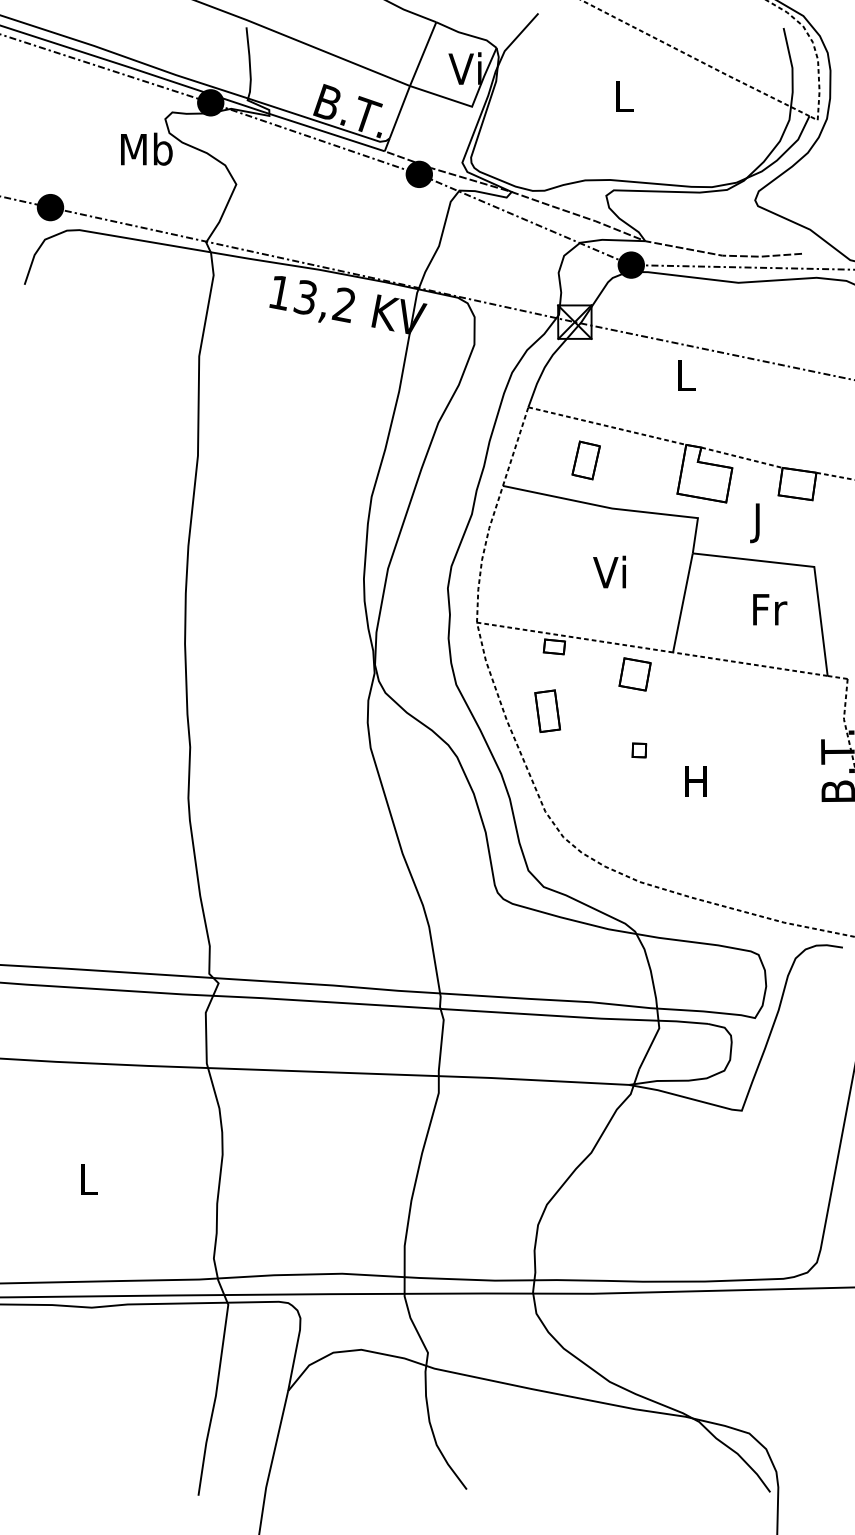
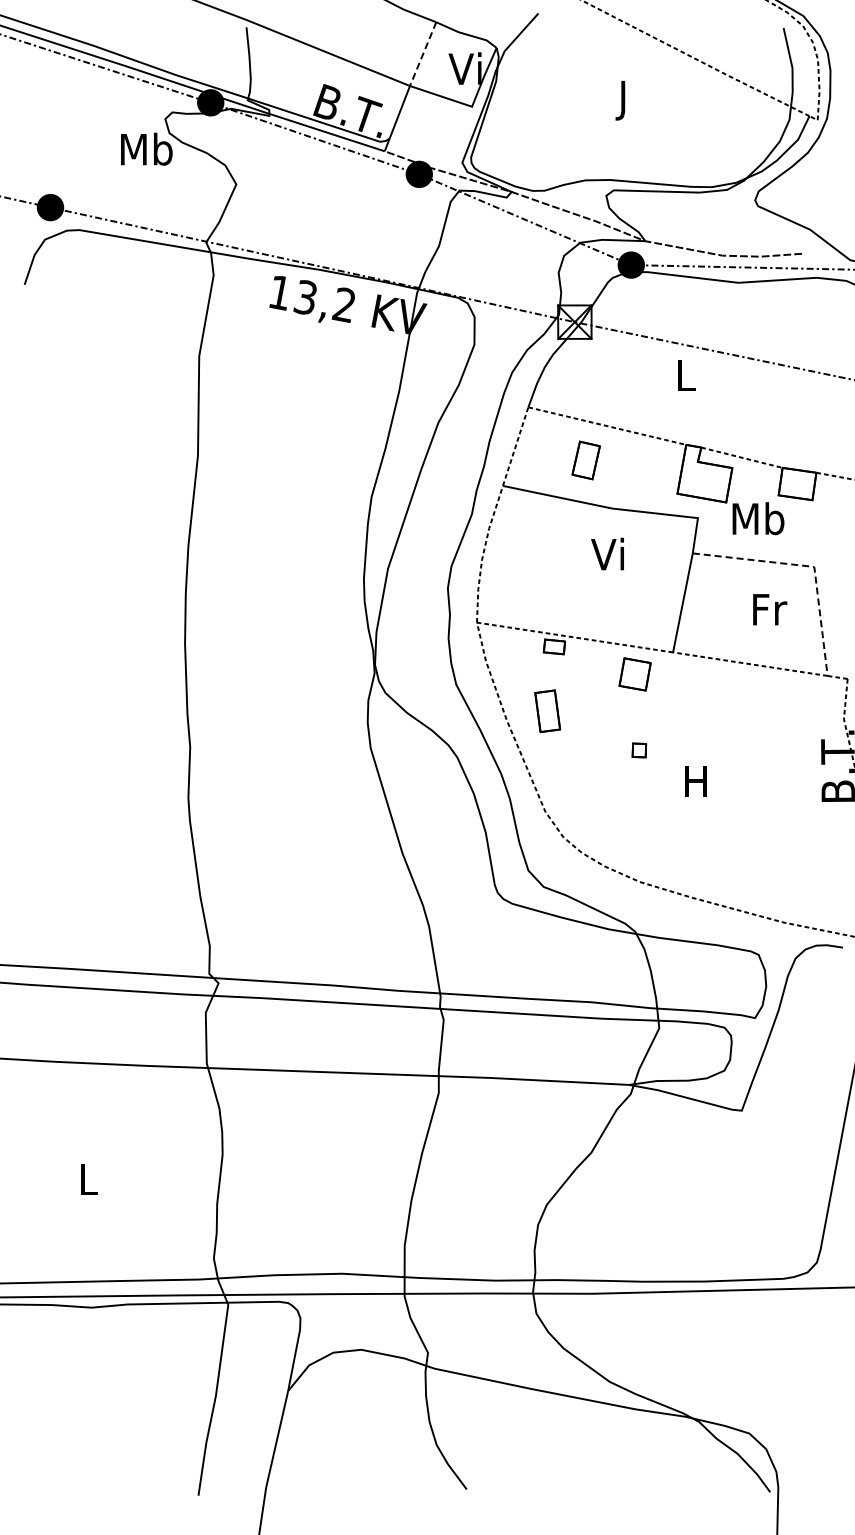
line at (422, 54): solid -> dashed
text at (624, 100): L -> J
text at (758, 522): J -> Mb
line at (808, 566): solid -> dashed
text at (609, 571) position: (609, 571) -> (607, 553)
